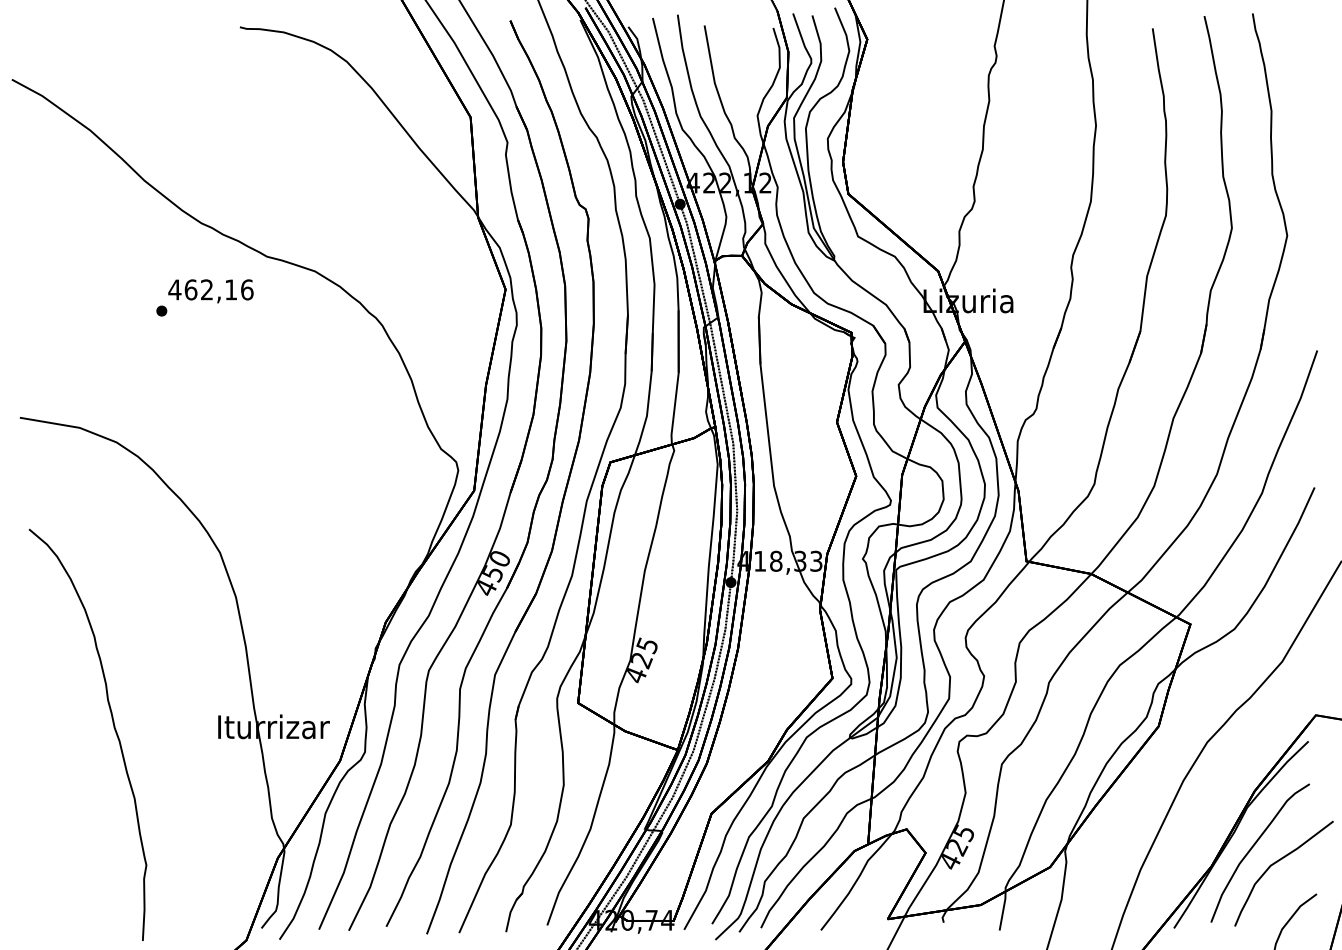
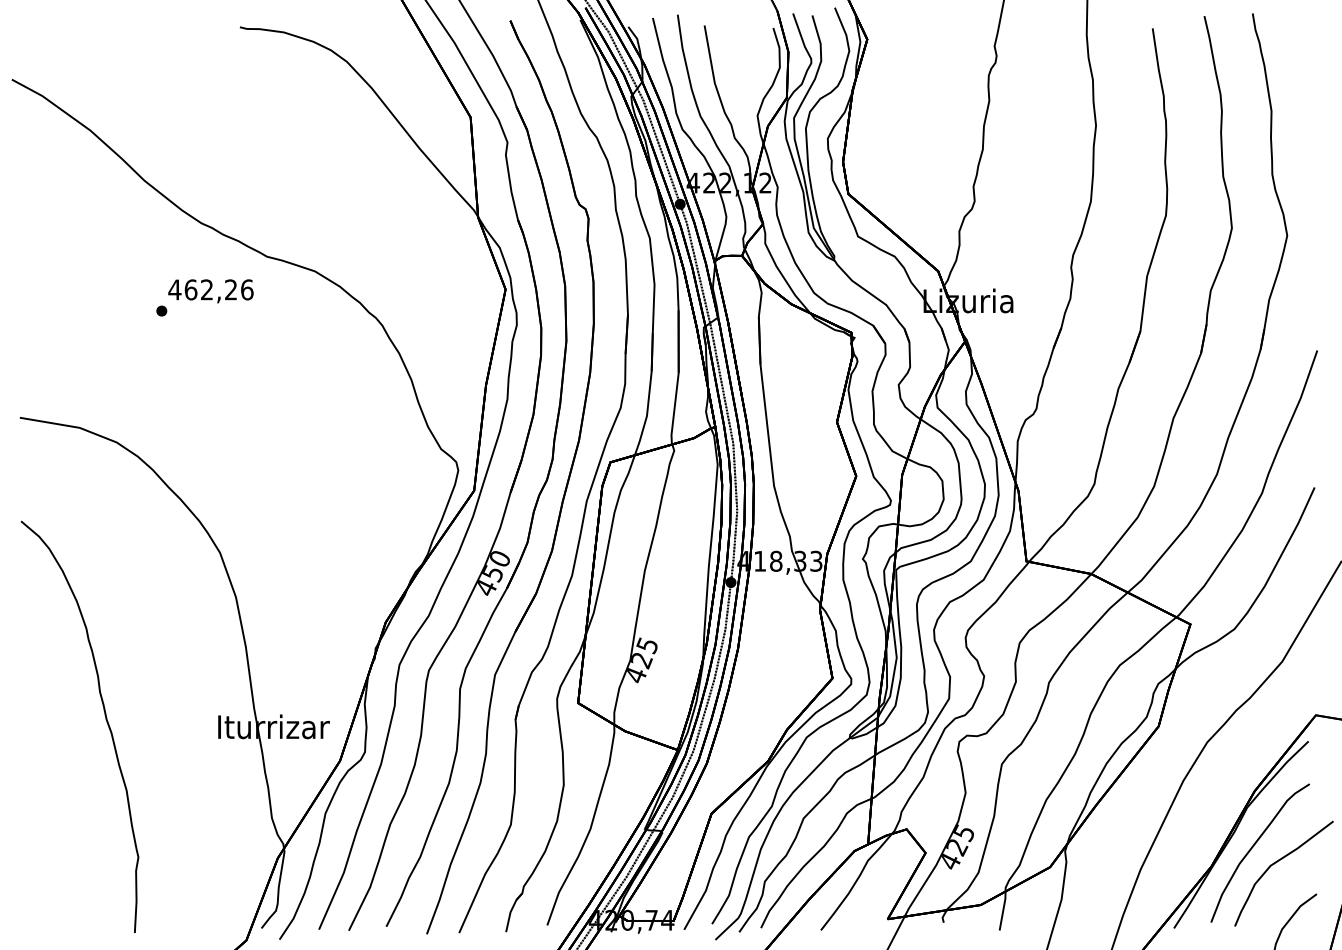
text at (230, 289): 462,16 -> 462,26
part at (113, 727) position: (113, 727) -> (105, 719)
